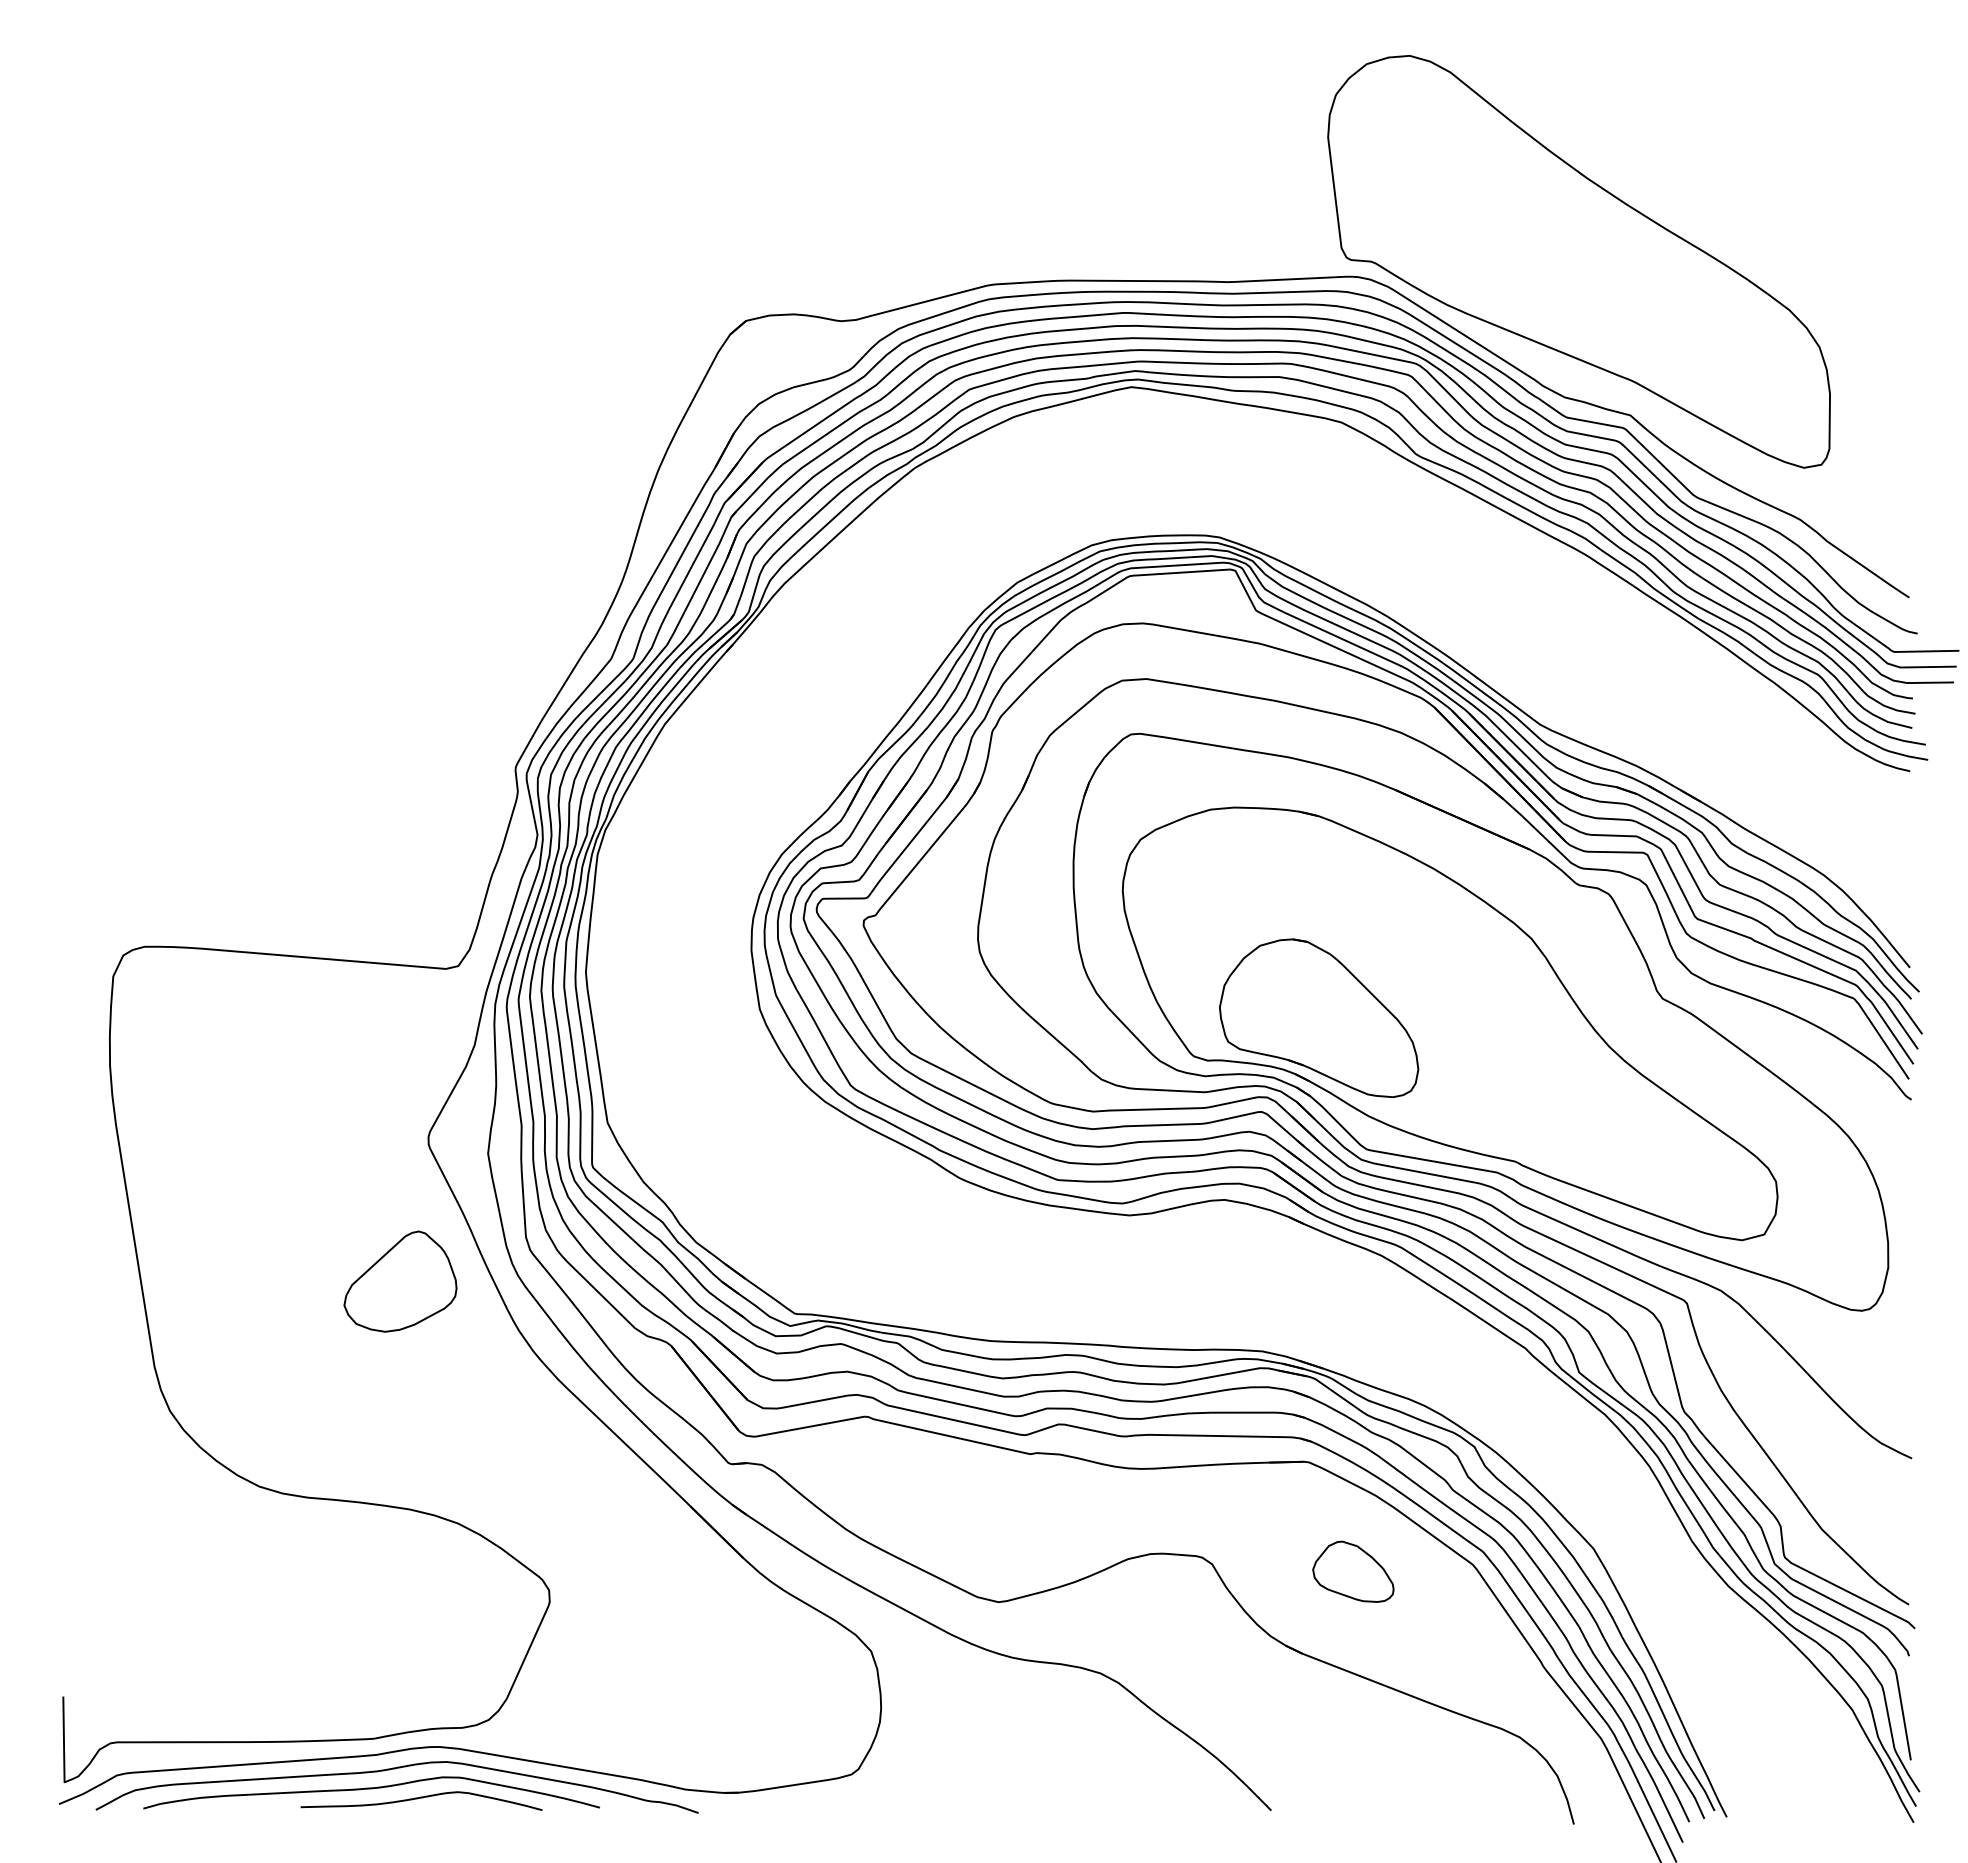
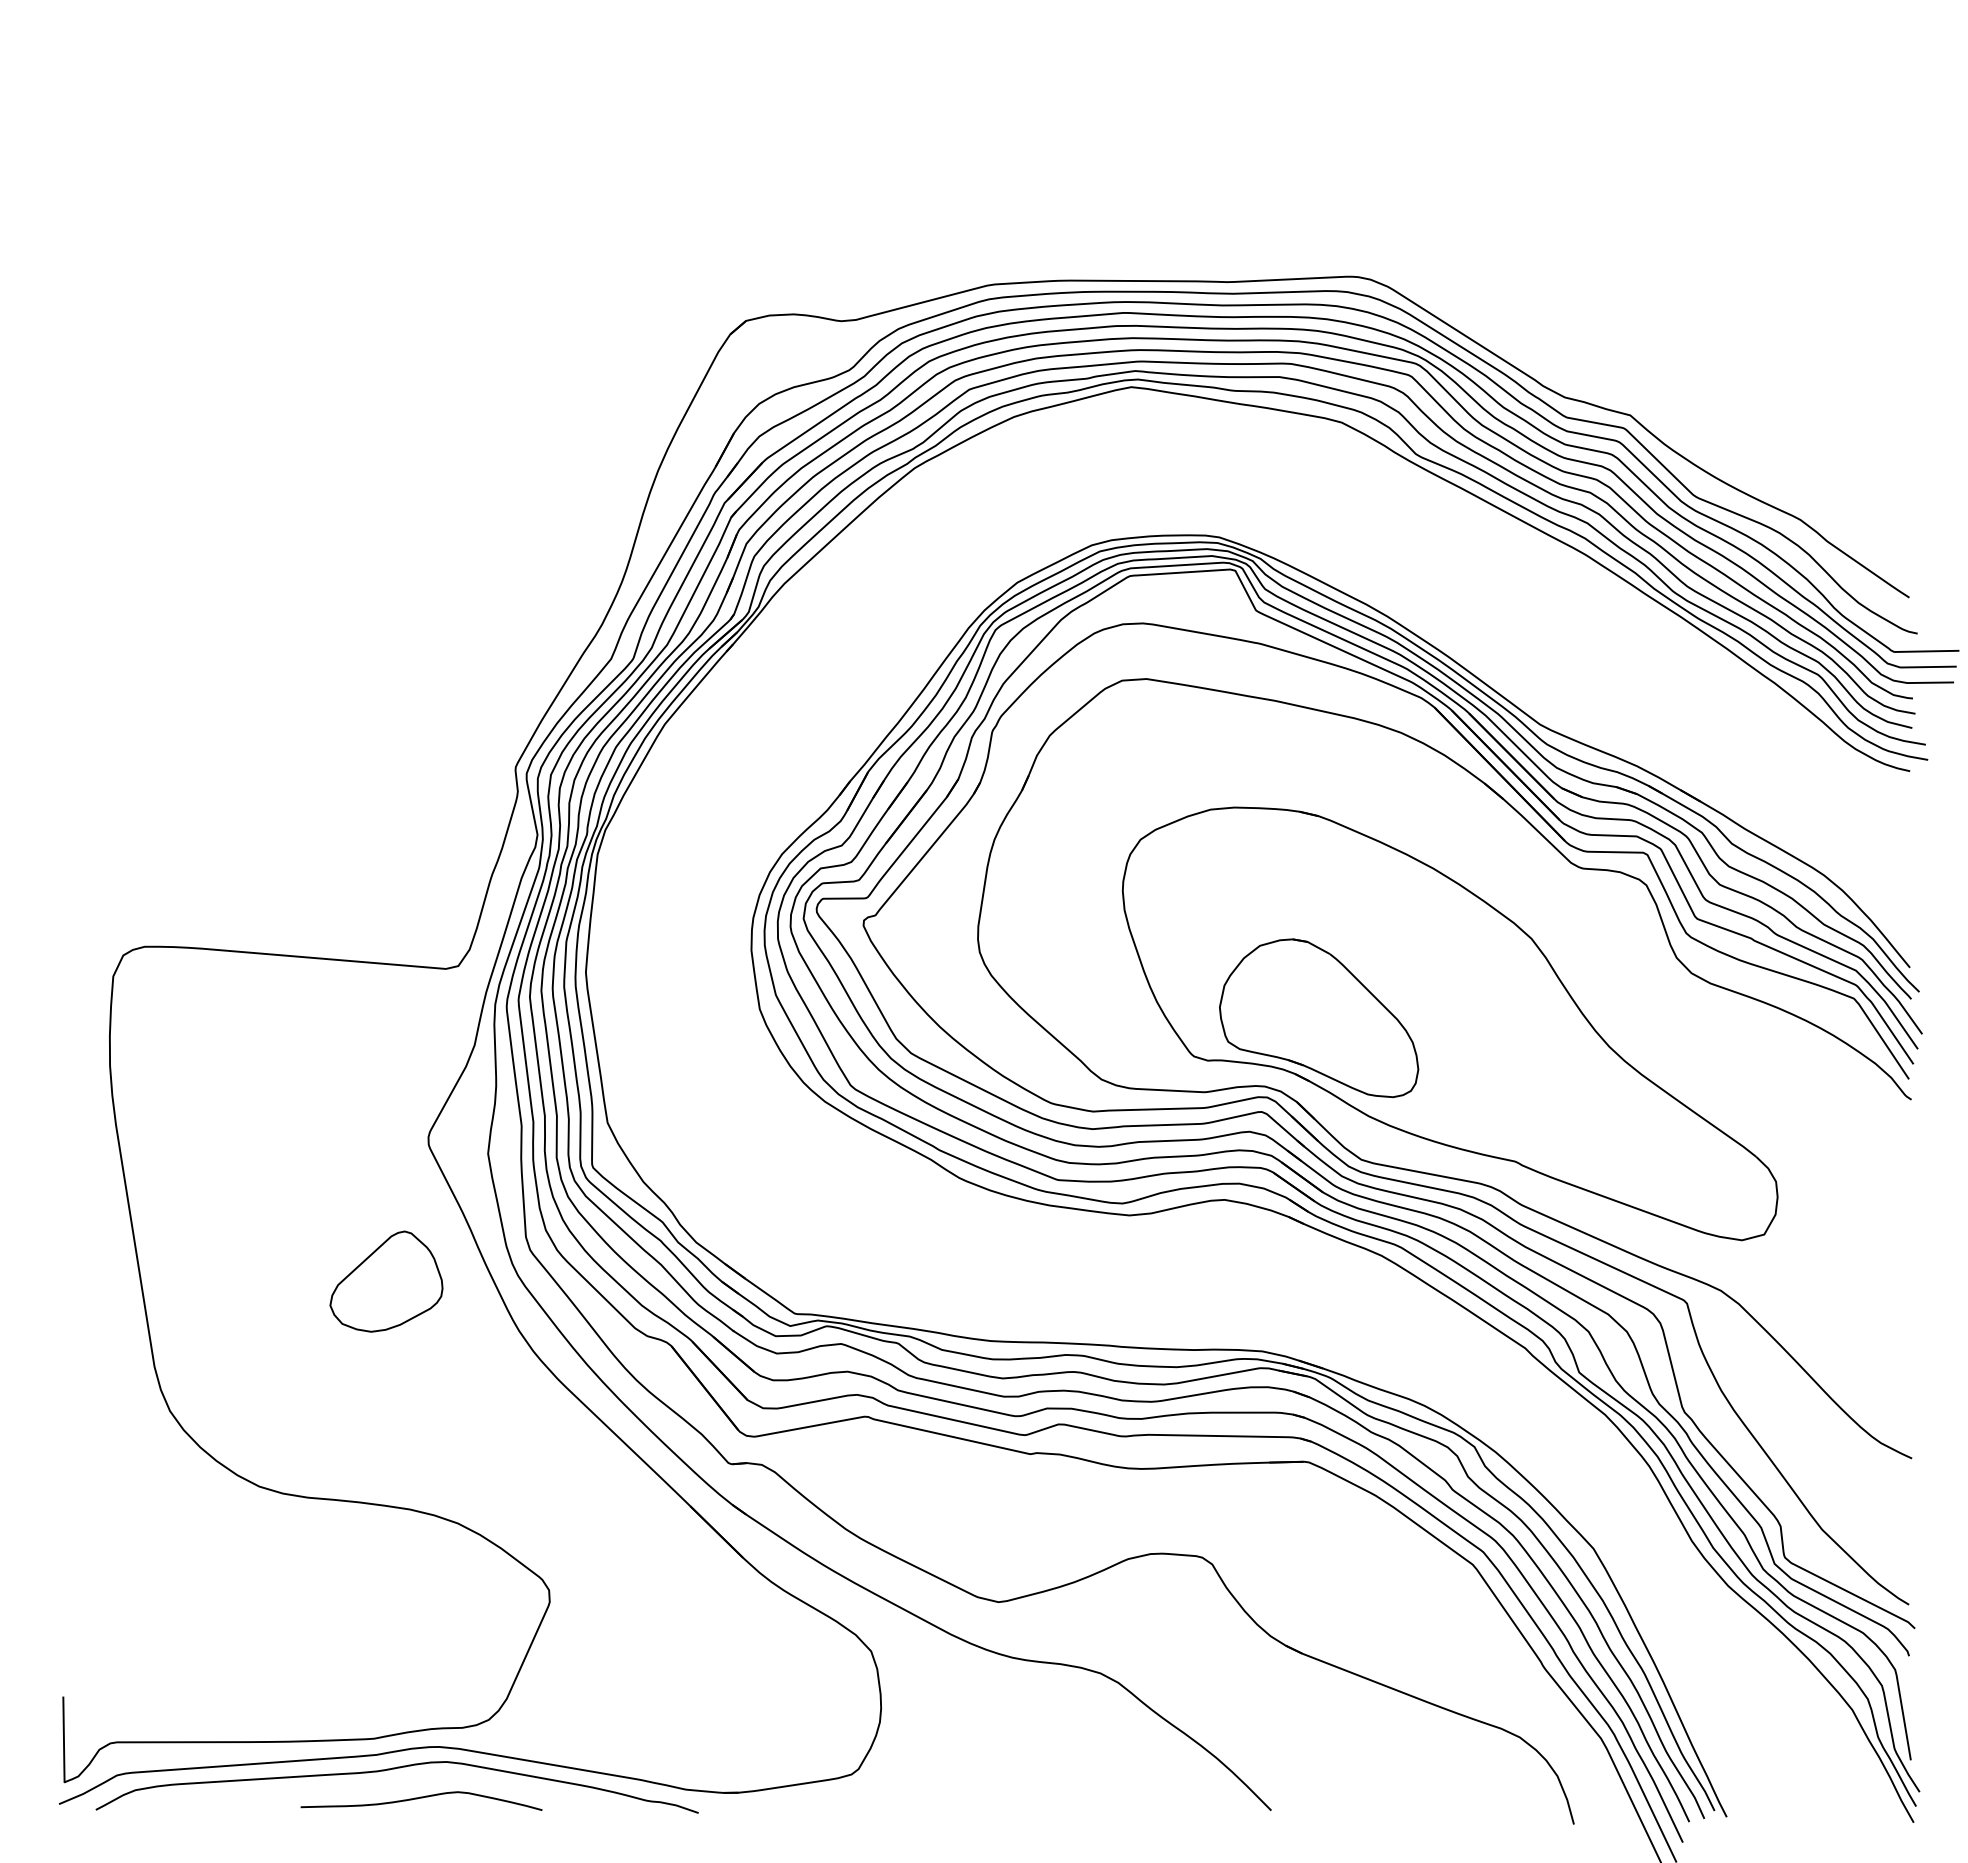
part at (1578, 261): present -> none
part at (1480, 1021): present -> none
part at (400, 1281) position: (400, 1281) -> (386, 1281)
part at (1353, 1571): present -> none
curve at (371, 1789): present -> none
